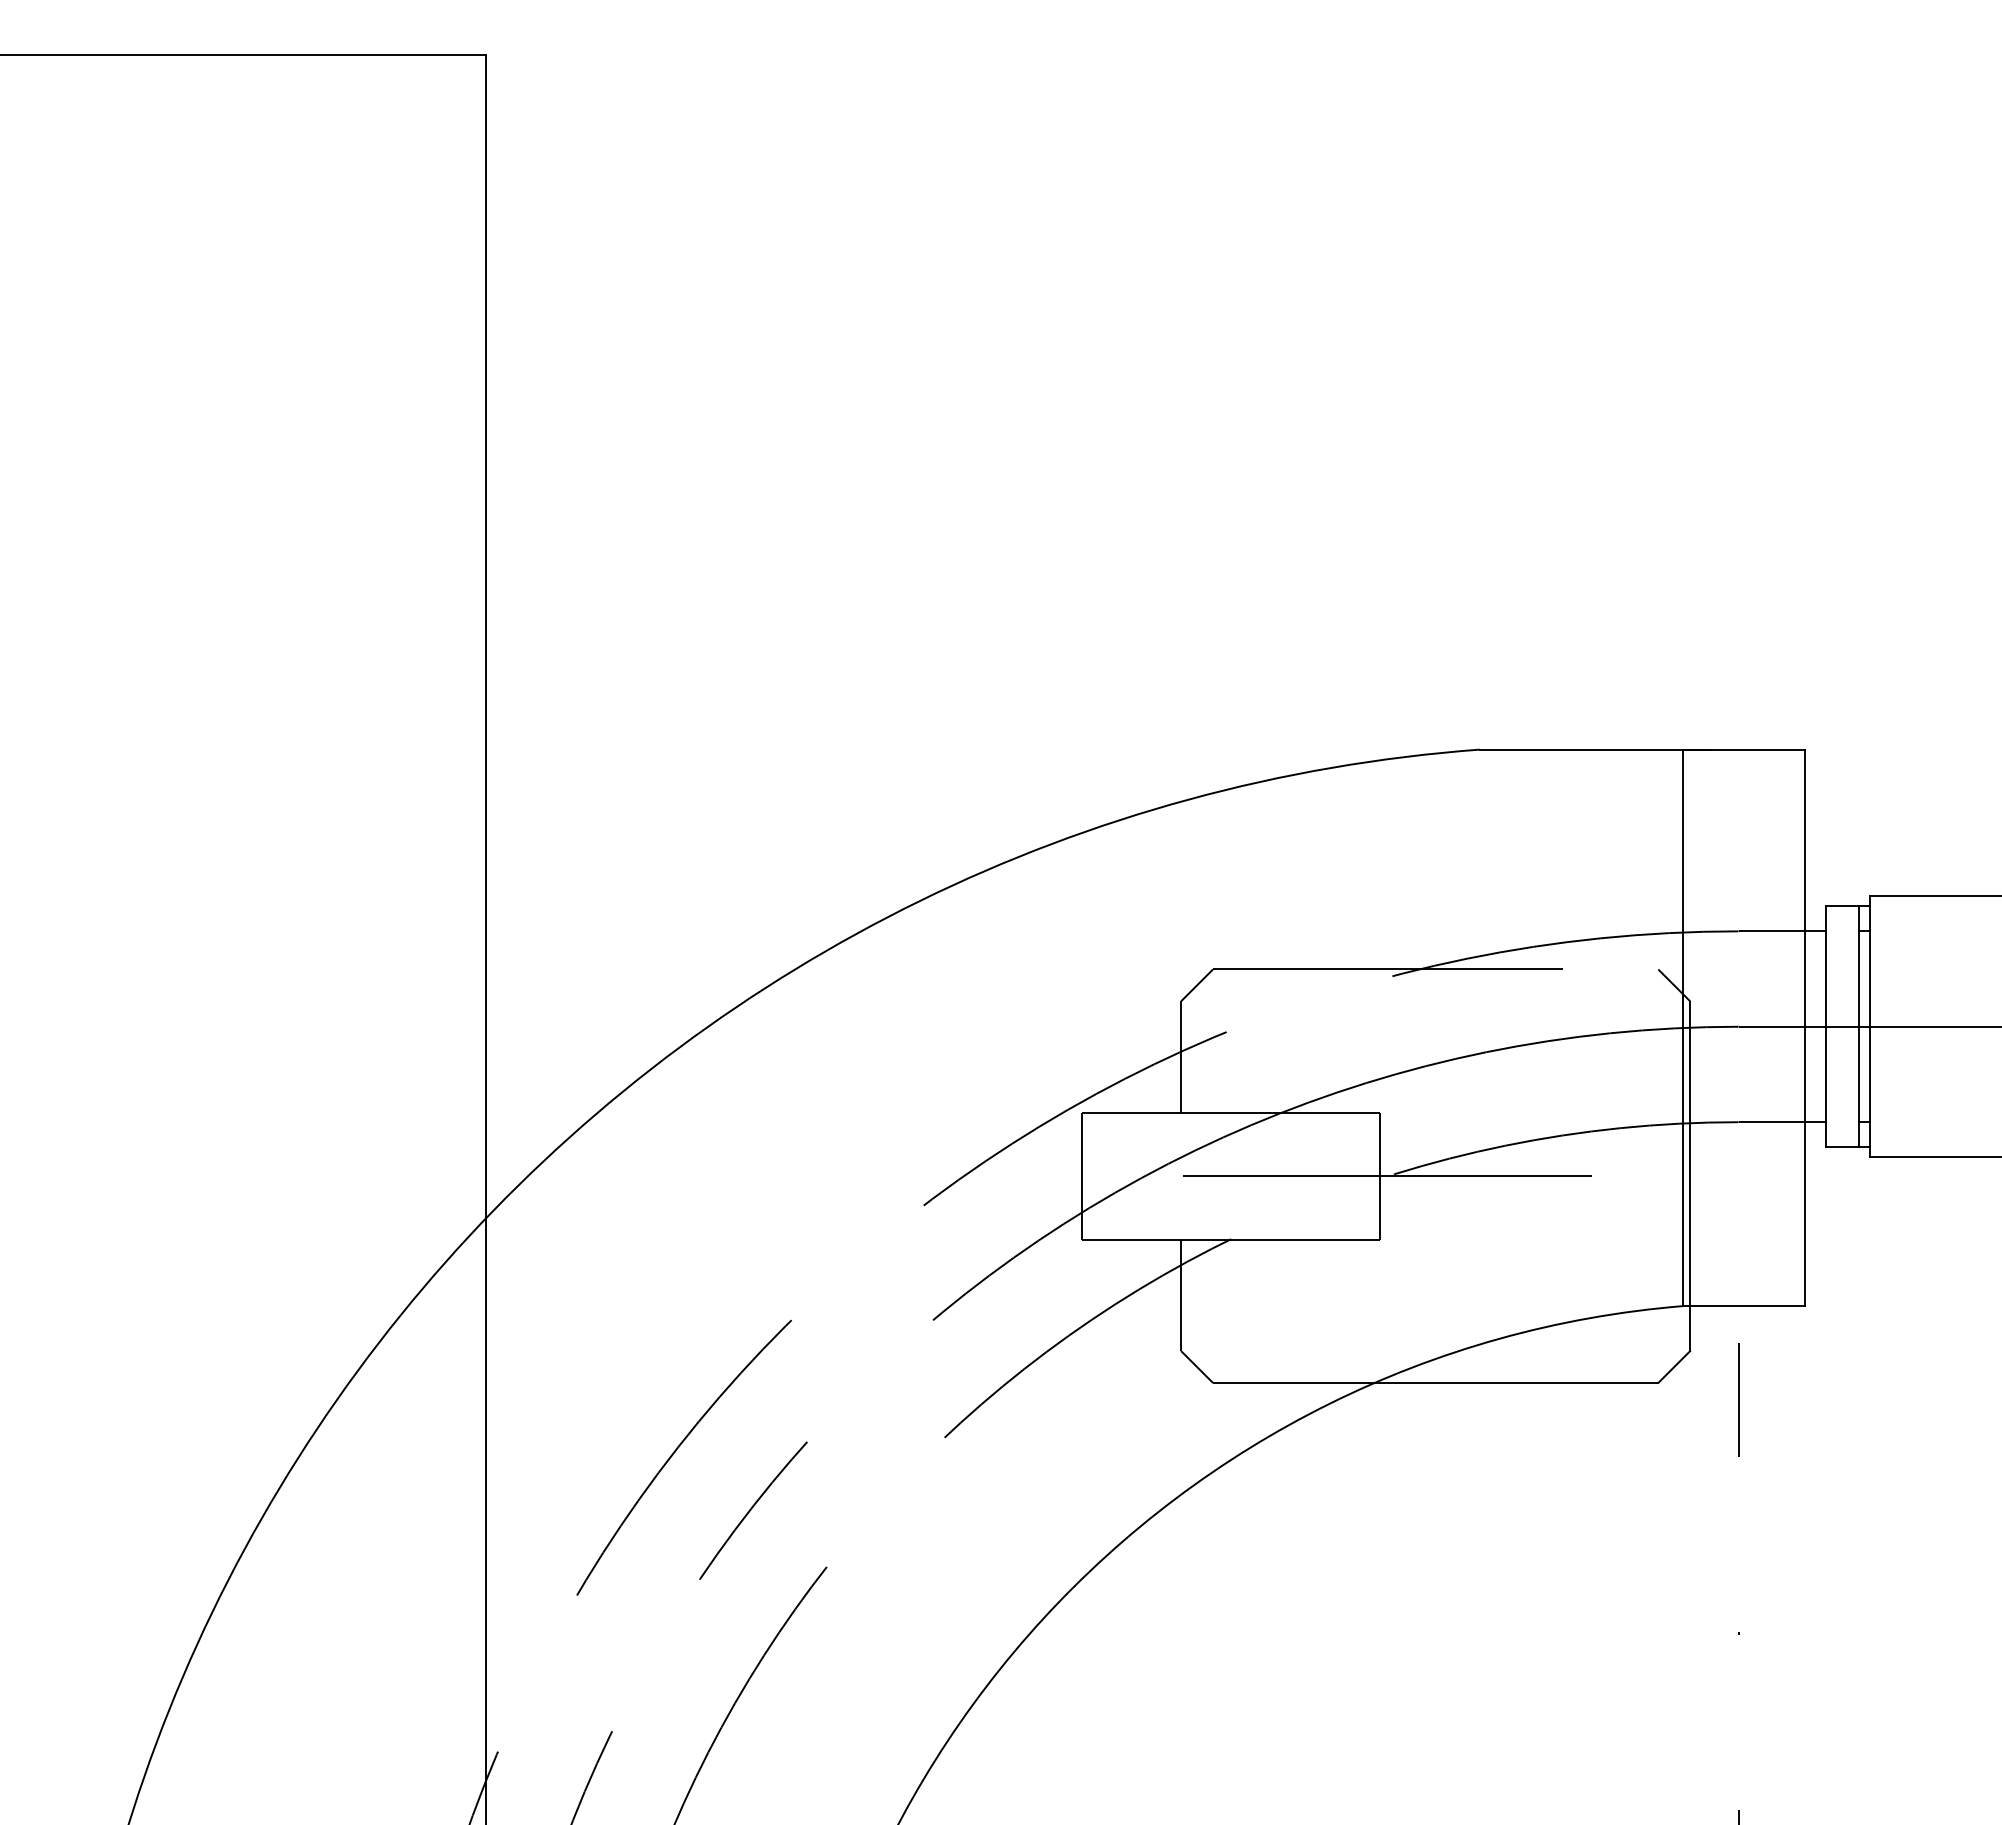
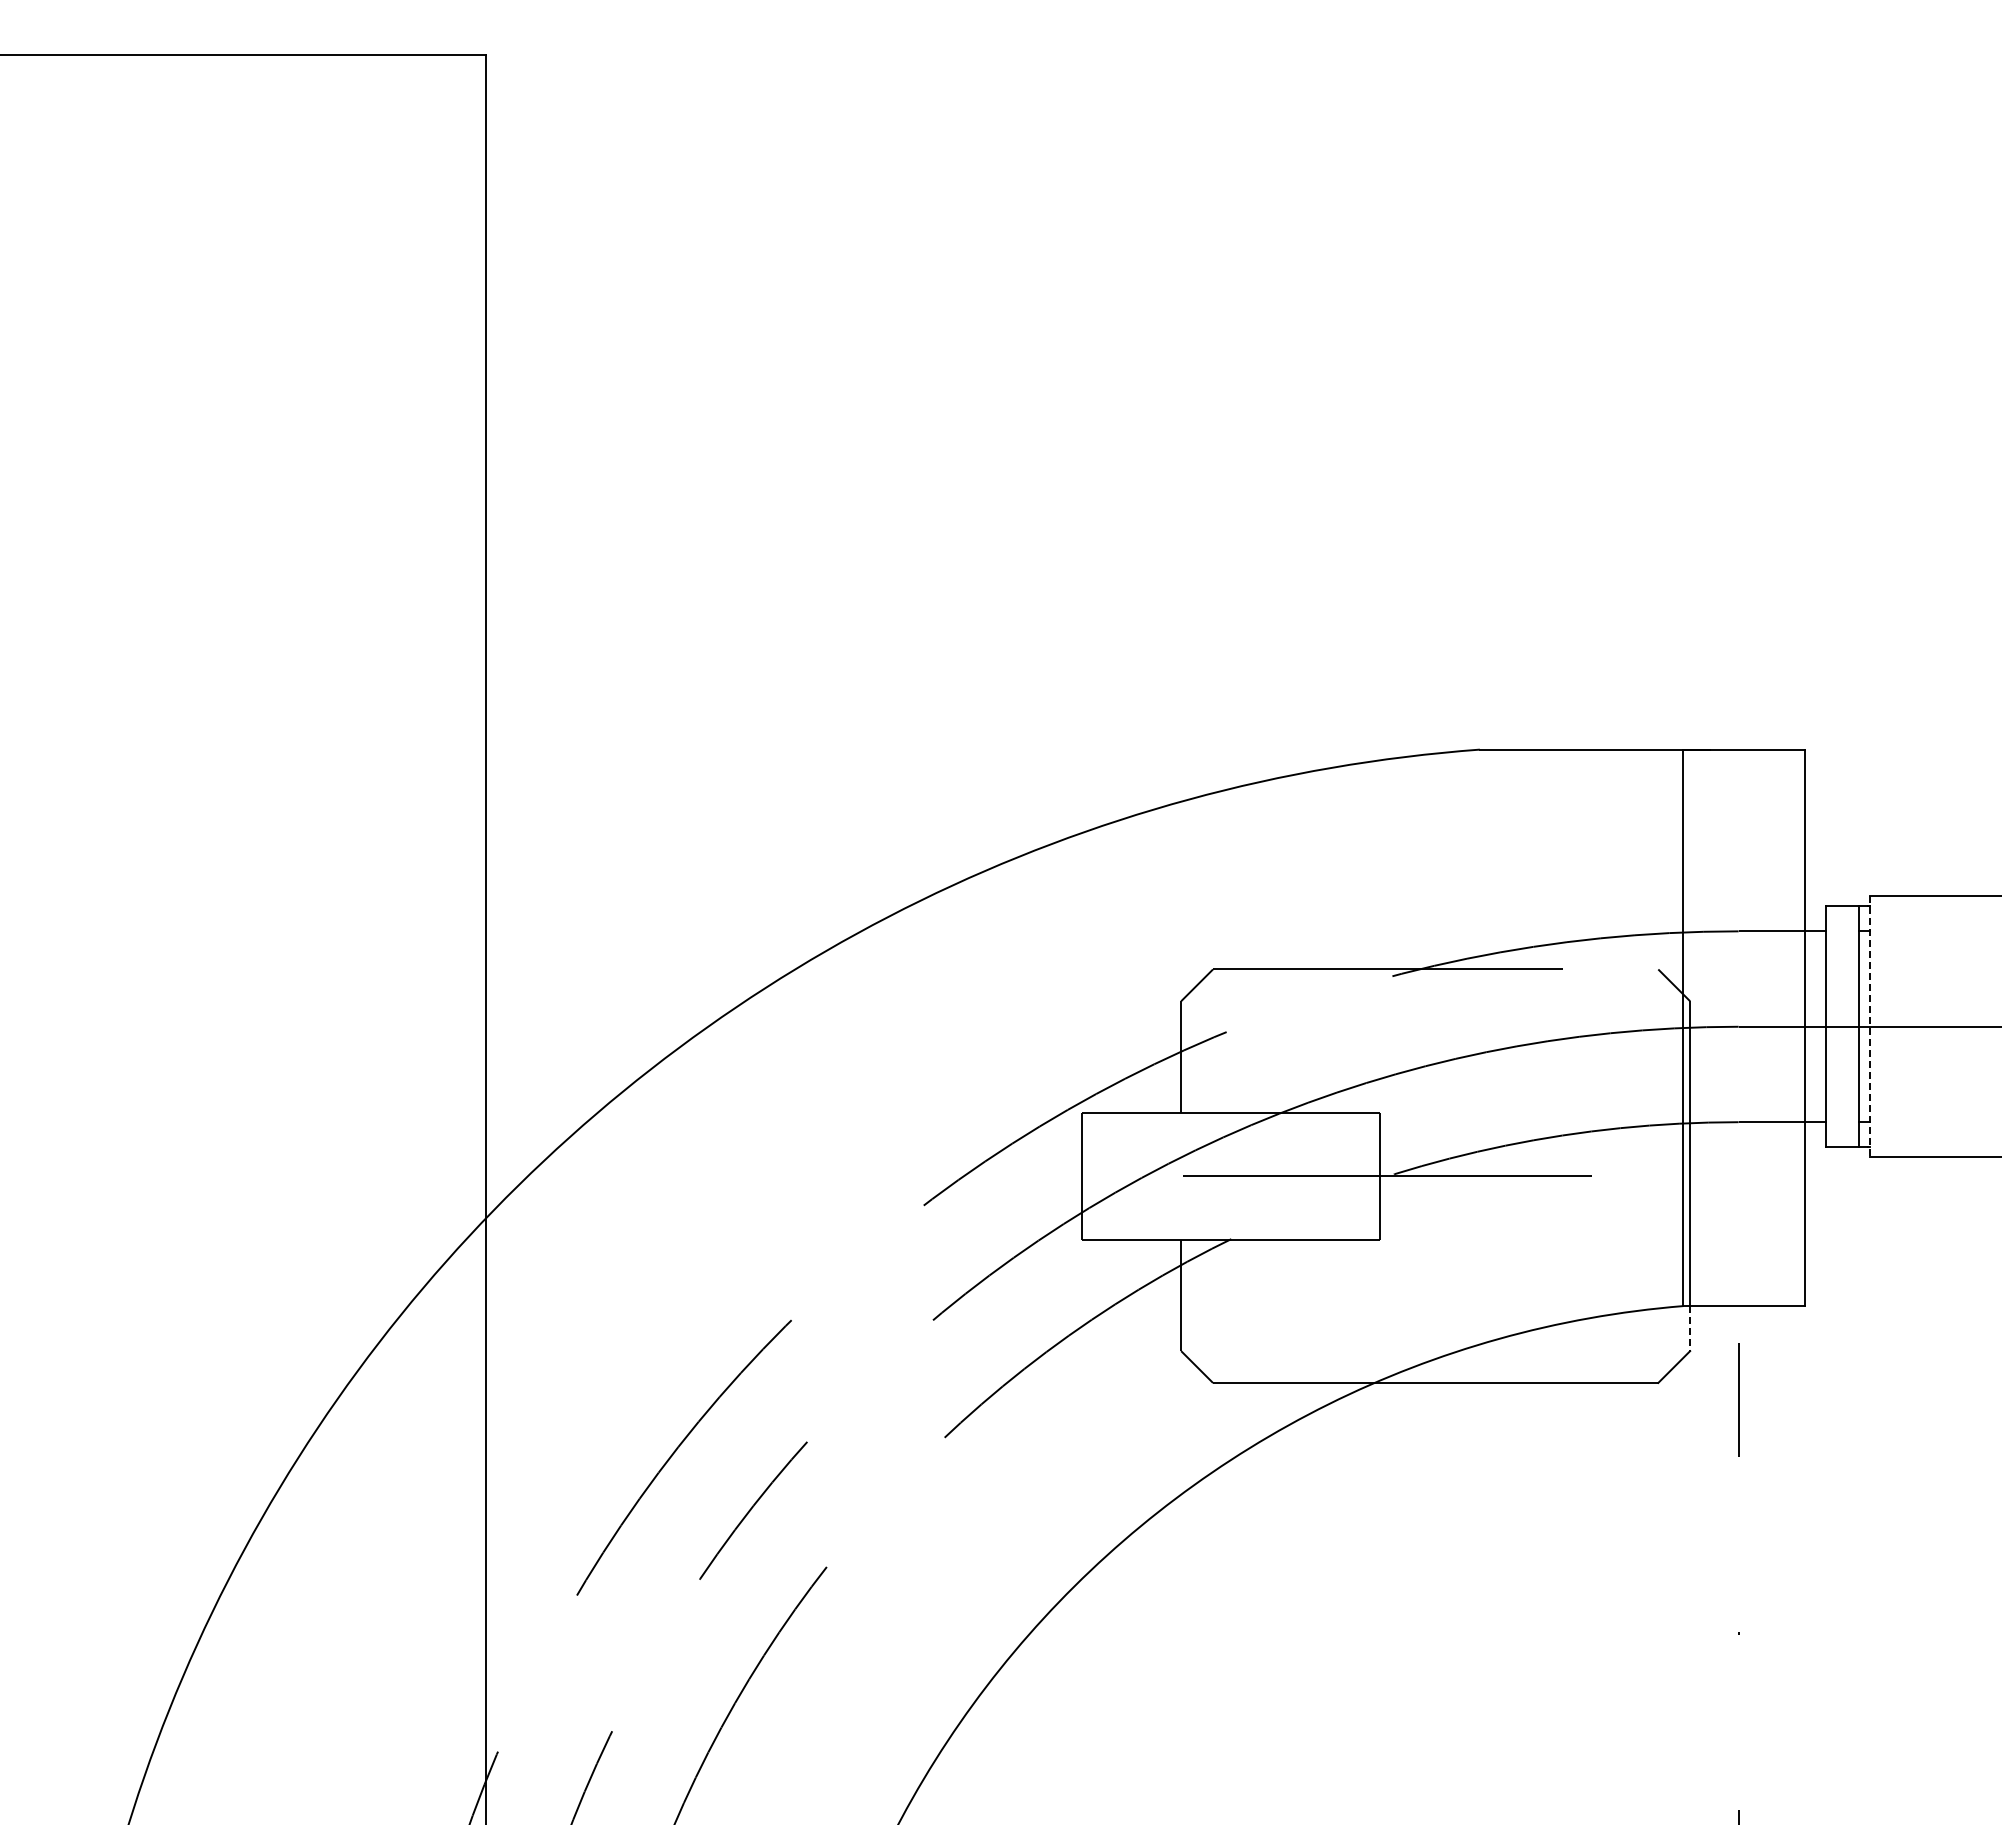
line at (1869, 1027): solid -> dashed
line at (1690, 1328): solid -> dashed
